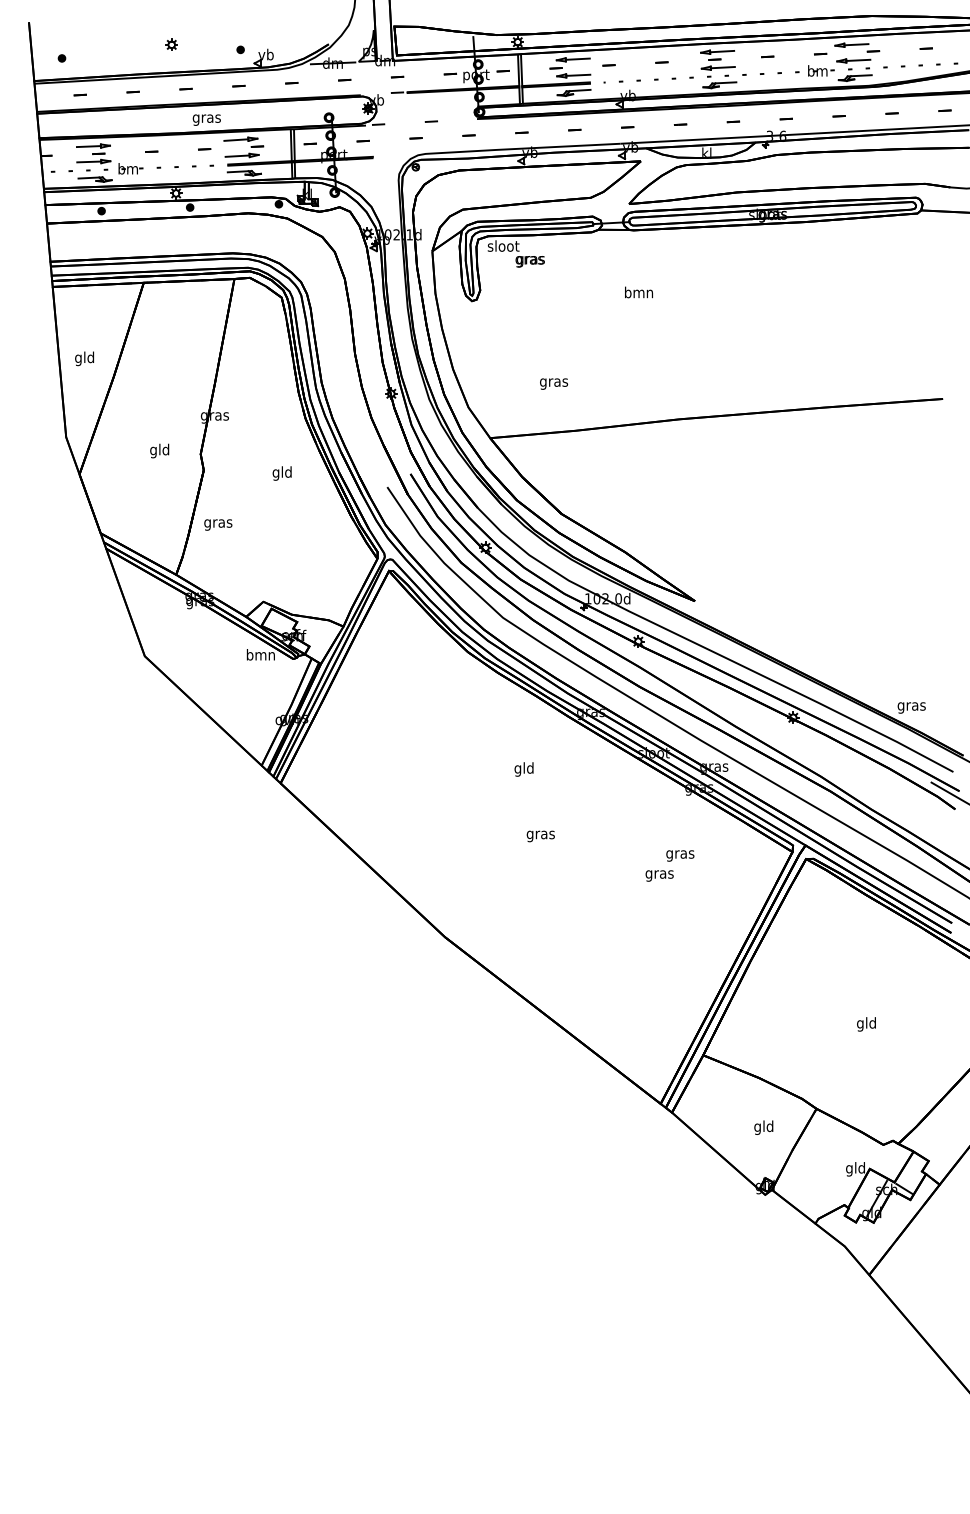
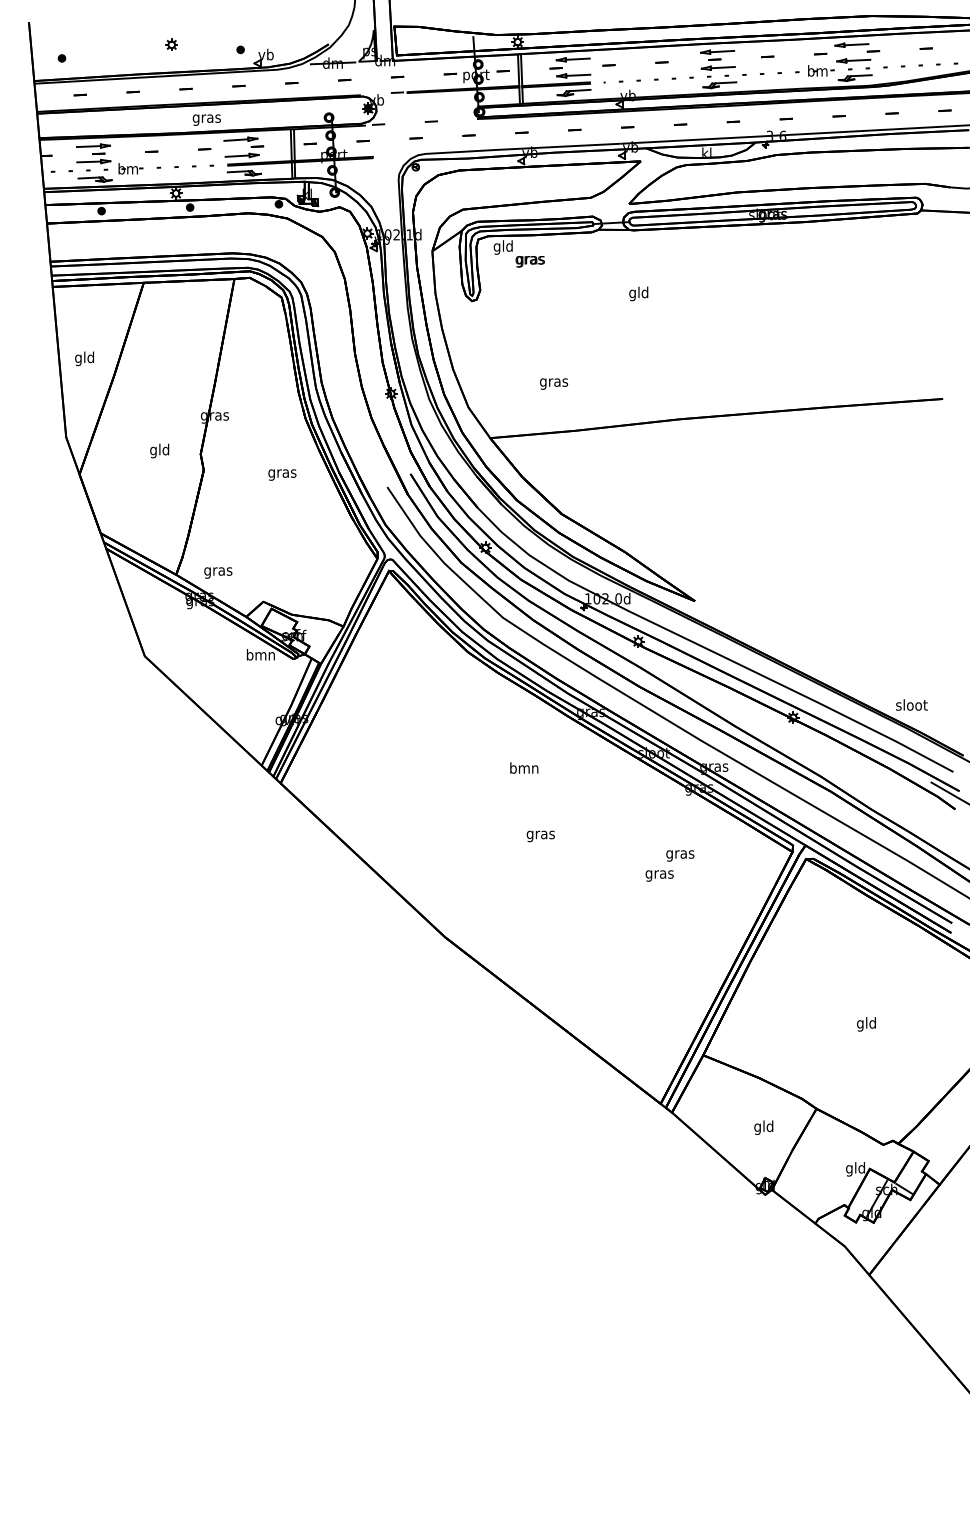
text at (503, 247): sloot -> gld
text at (639, 293): bmn -> gld
text at (282, 473): gld -> gras
text at (218, 524) position: (218, 524) -> (218, 572)
text at (911, 706): gras -> sloot
text at (524, 769): gld -> bmn
